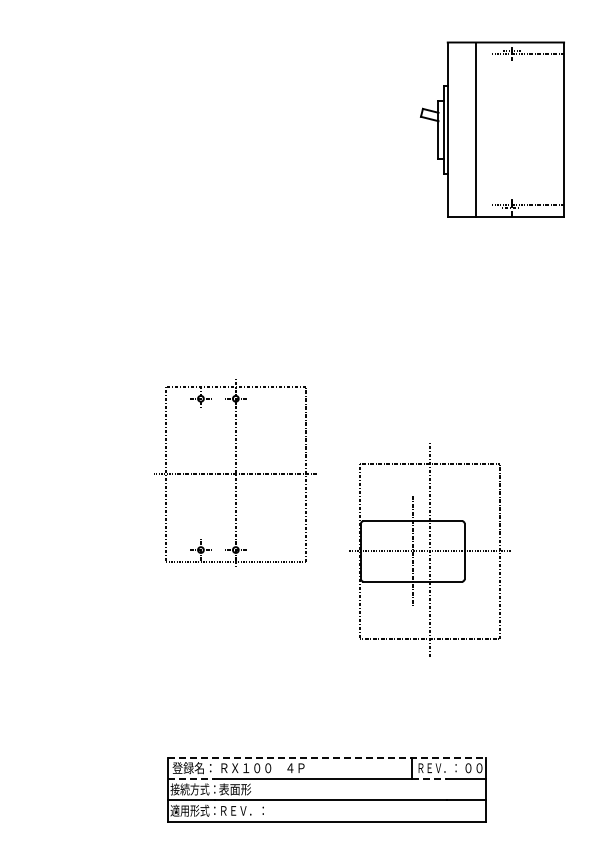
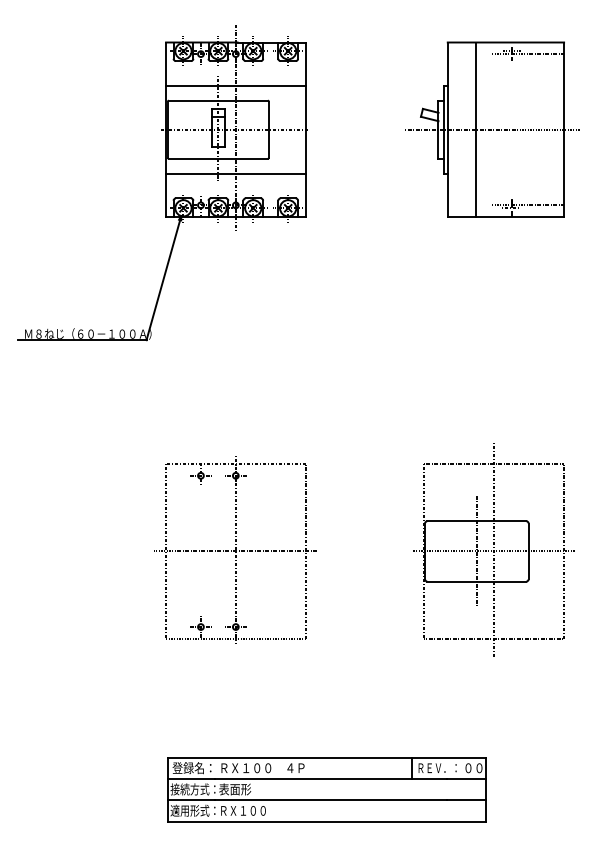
line at (492, 129): none -> present
part at (162, 183): none -> present
part at (235, 472) position: (235, 472) -> (235, 549)
part at (429, 549) position: (429, 549) -> (493, 549)
line at (327, 757): dashed -> solid
line at (191, 778): dashed -> solid
line at (430, 778): dashed -> solid
text at (247, 810): ＲＥＶ．： -> ＲＸ１００
